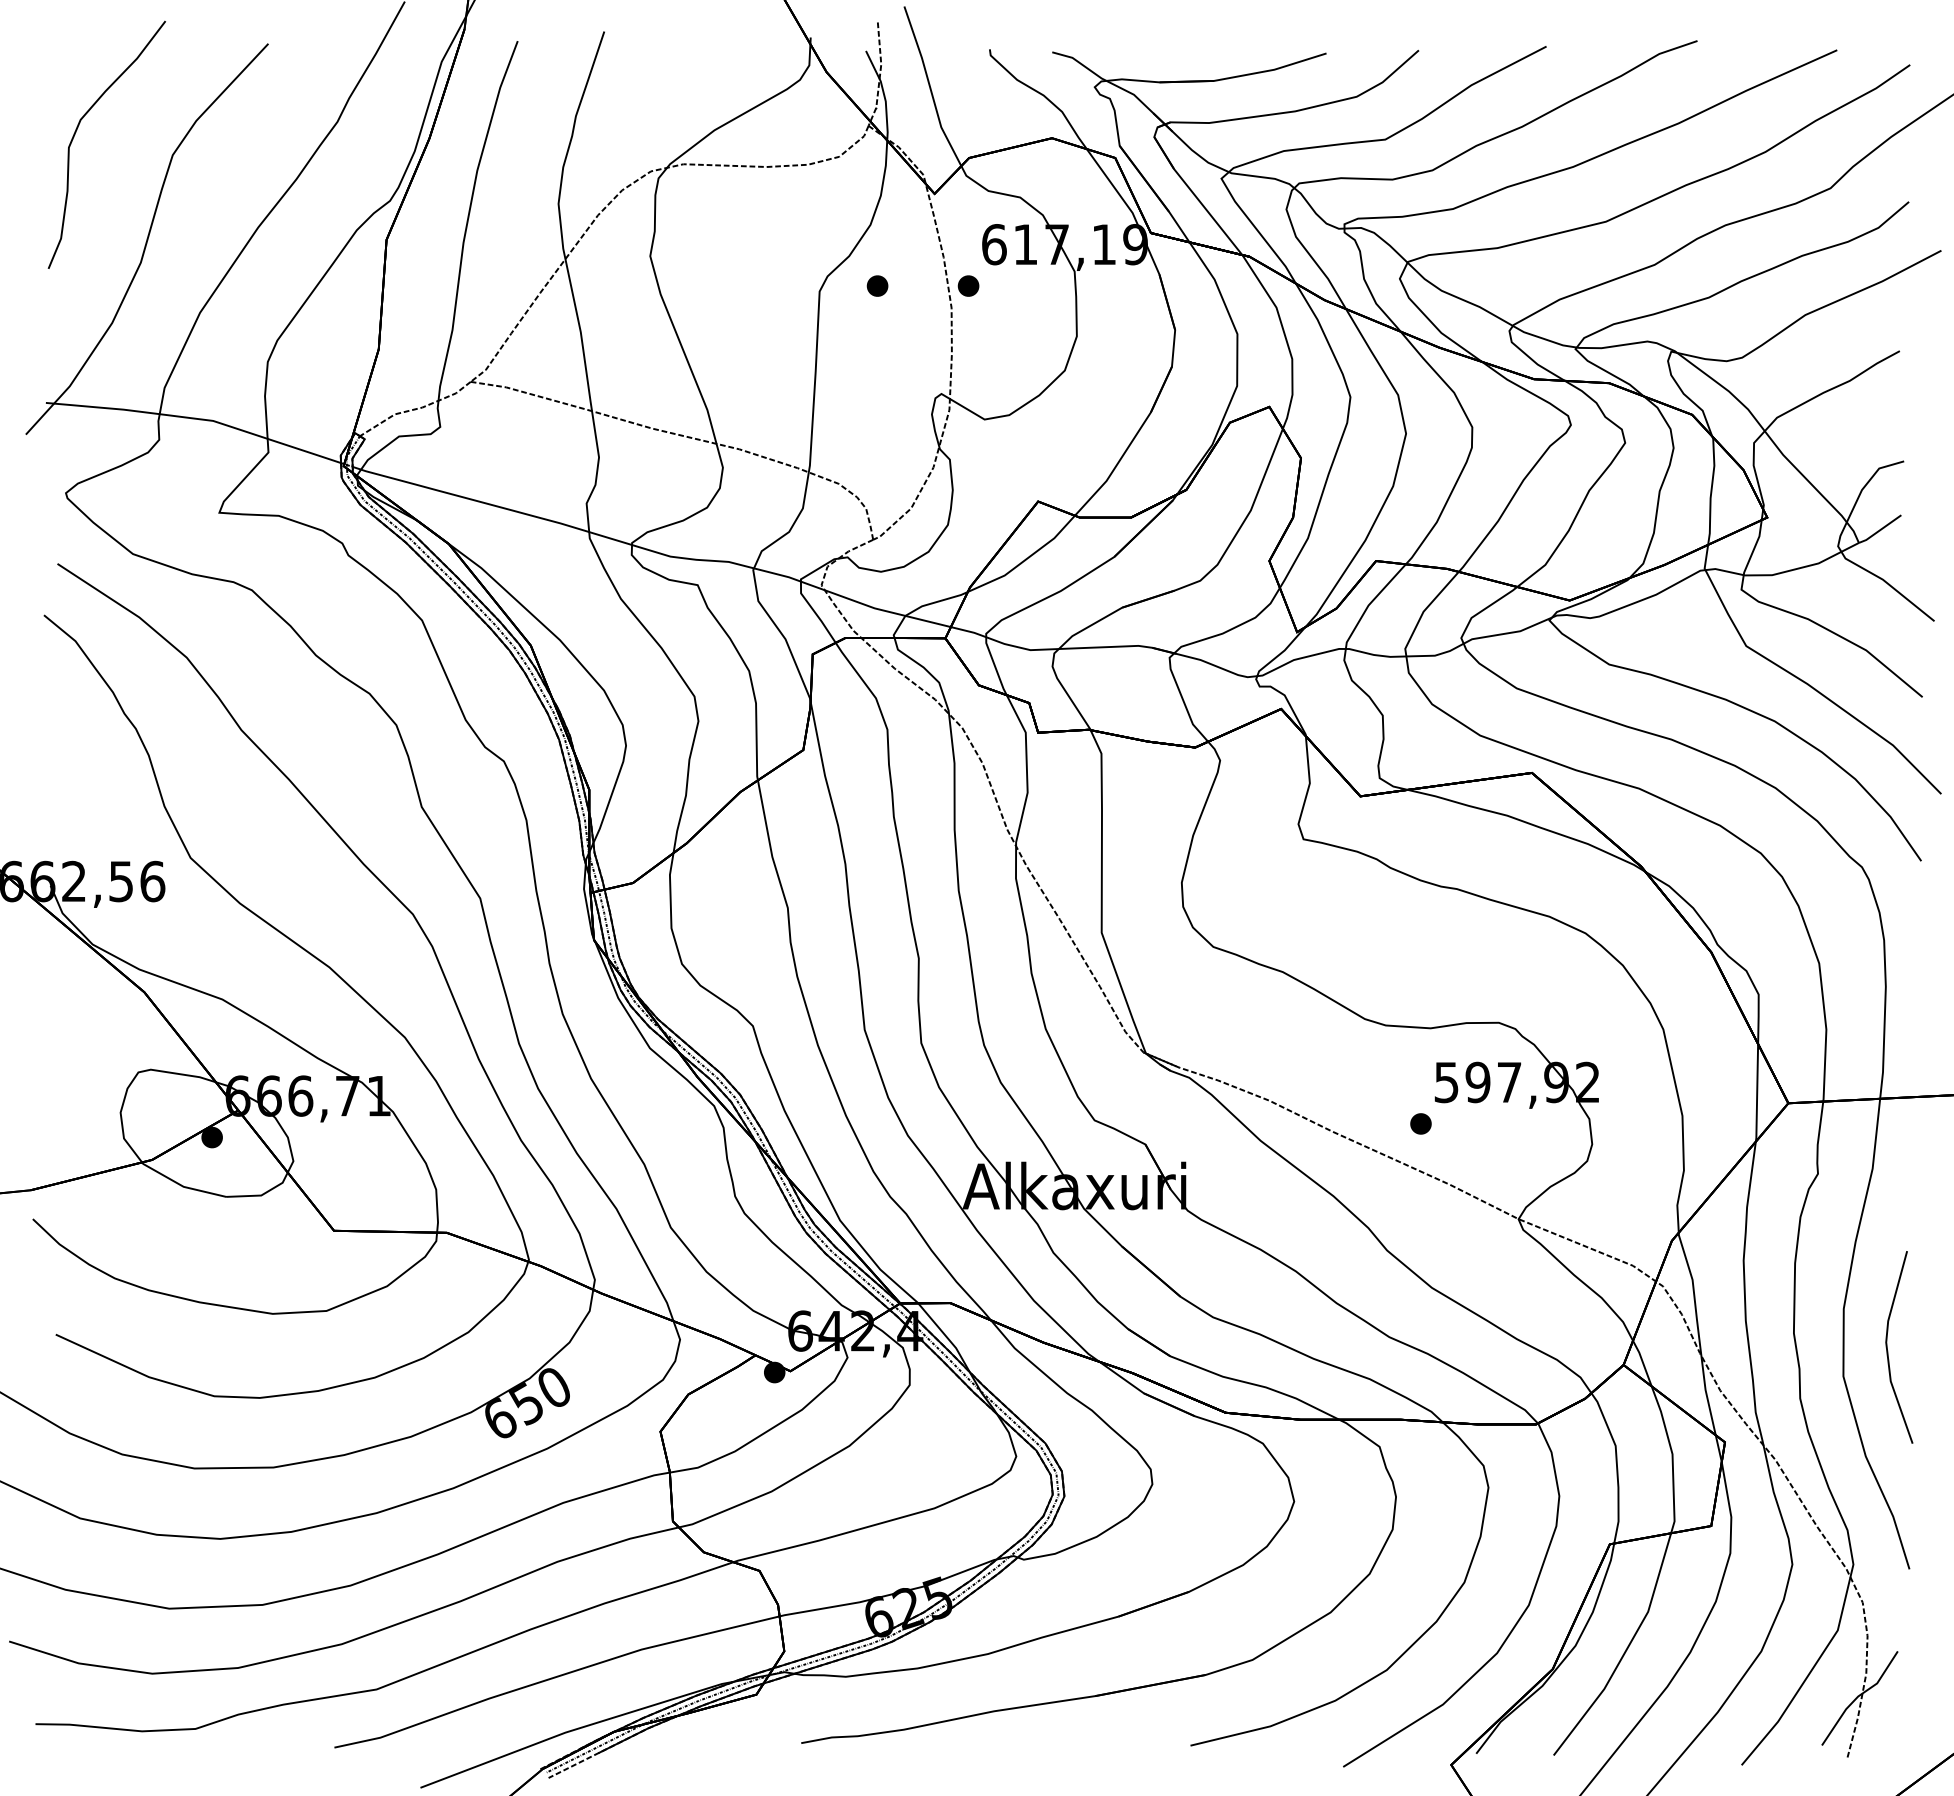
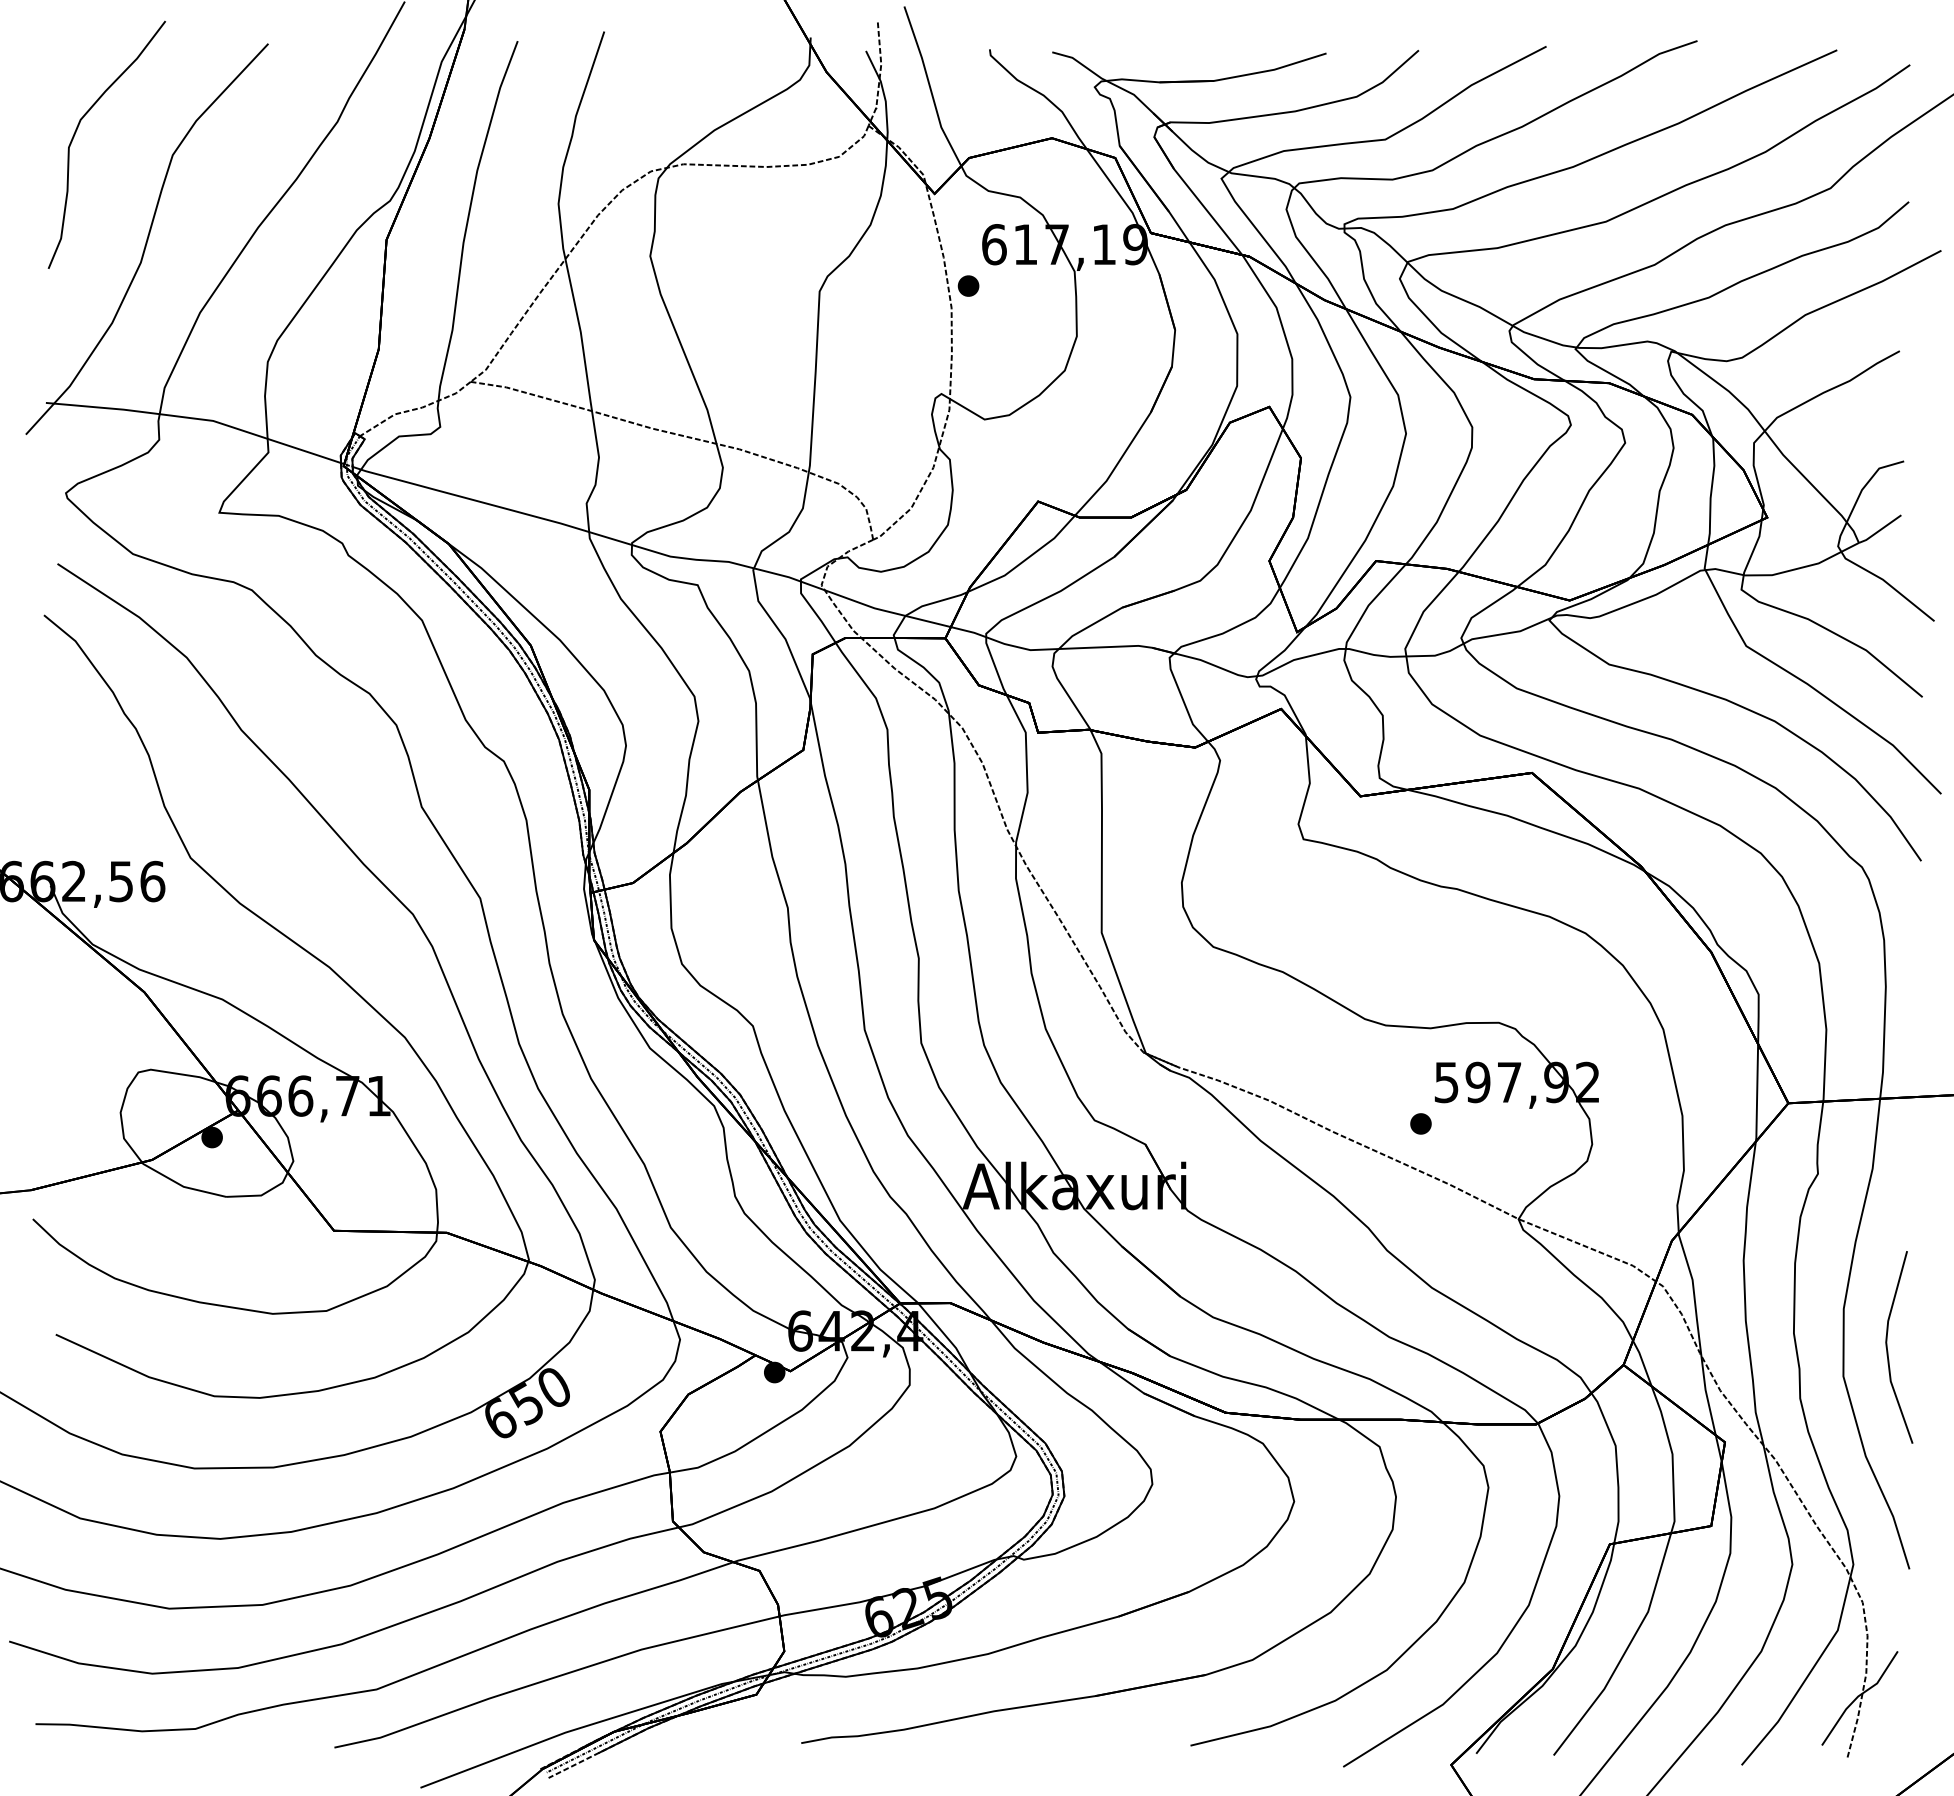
part at (877, 285): present -> none
